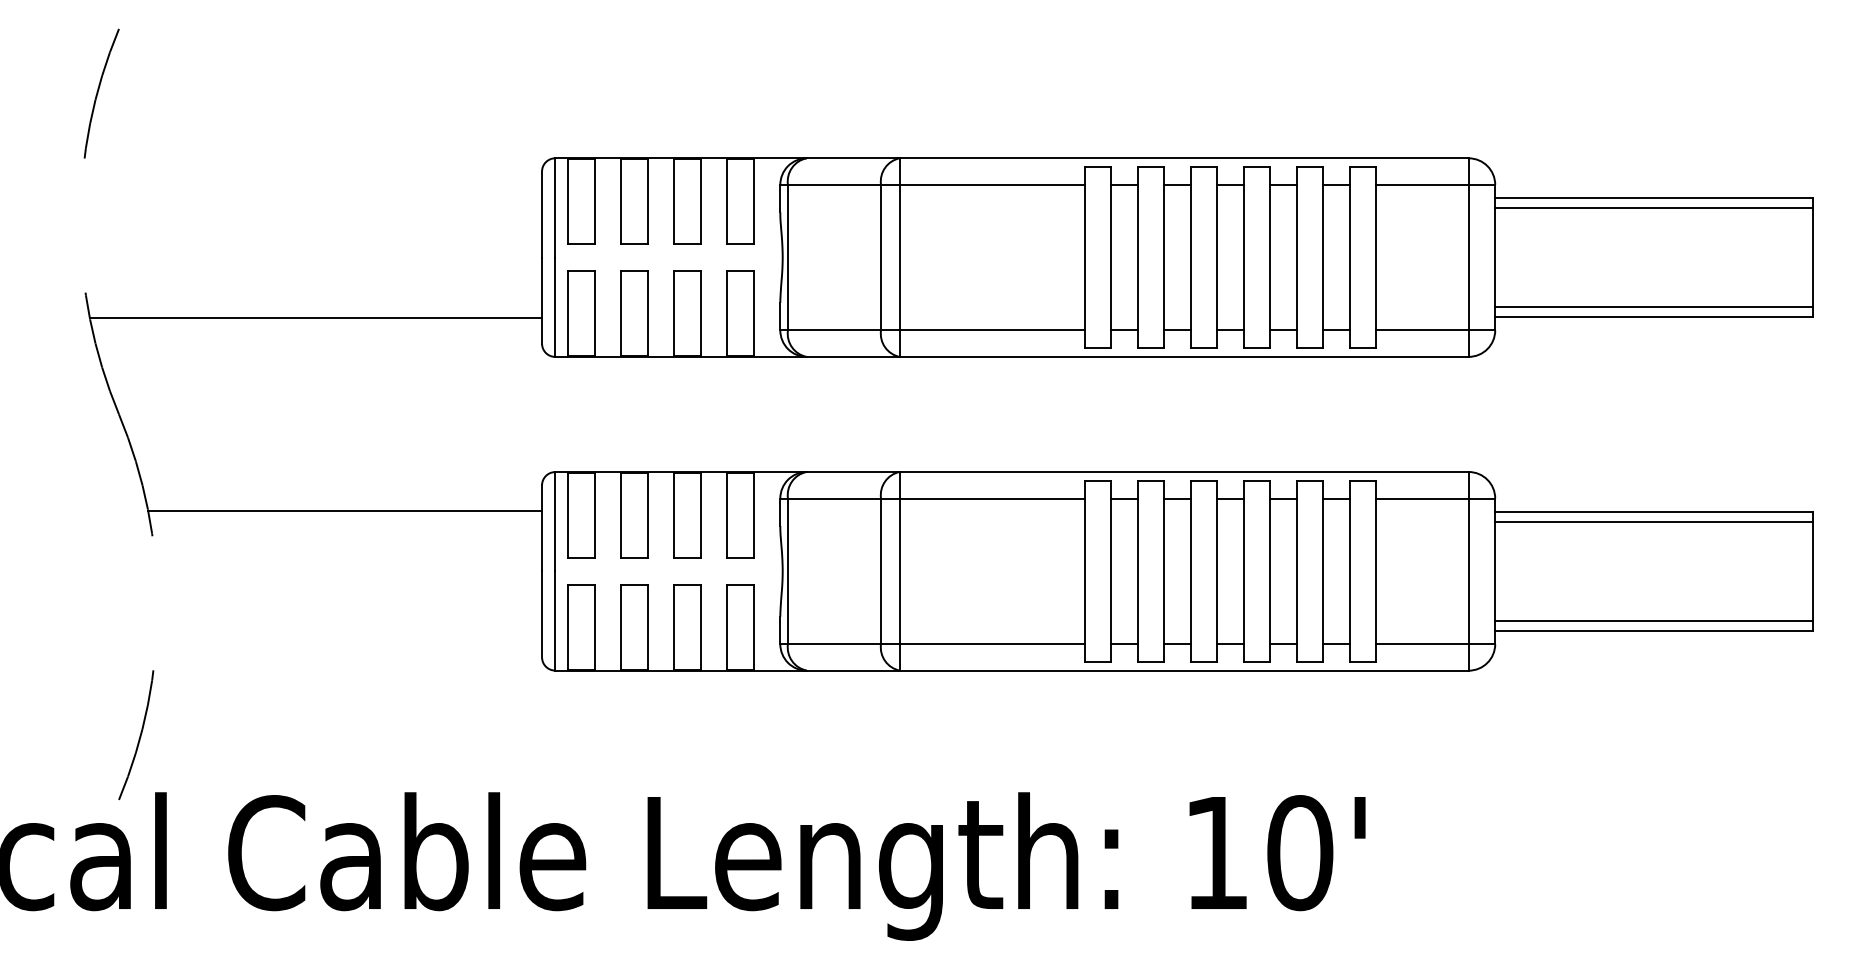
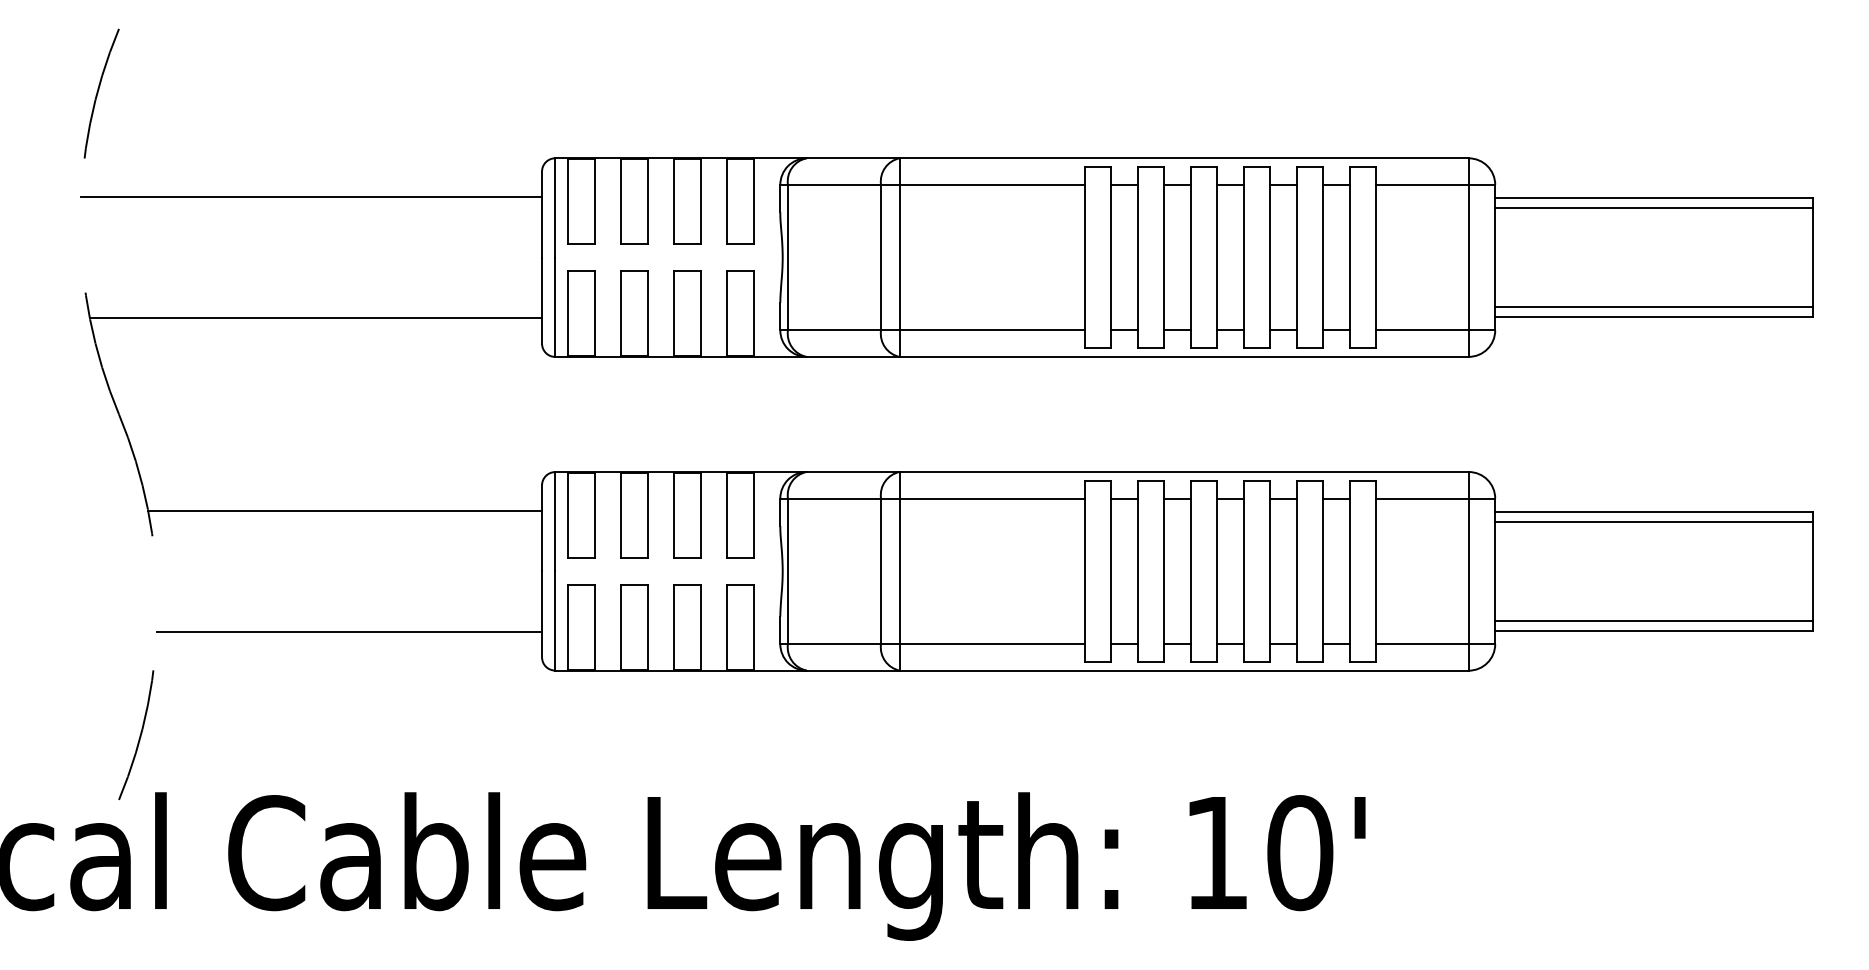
line at (311, 197): none -> present
line at (349, 631): none -> present
